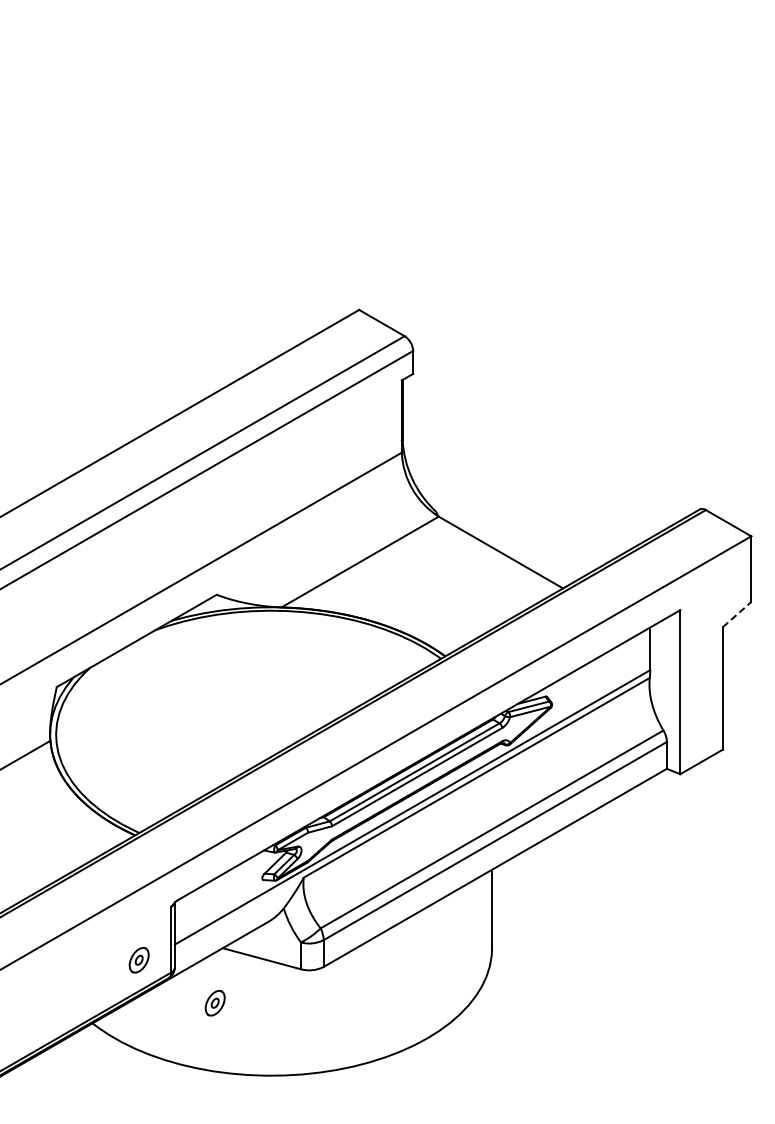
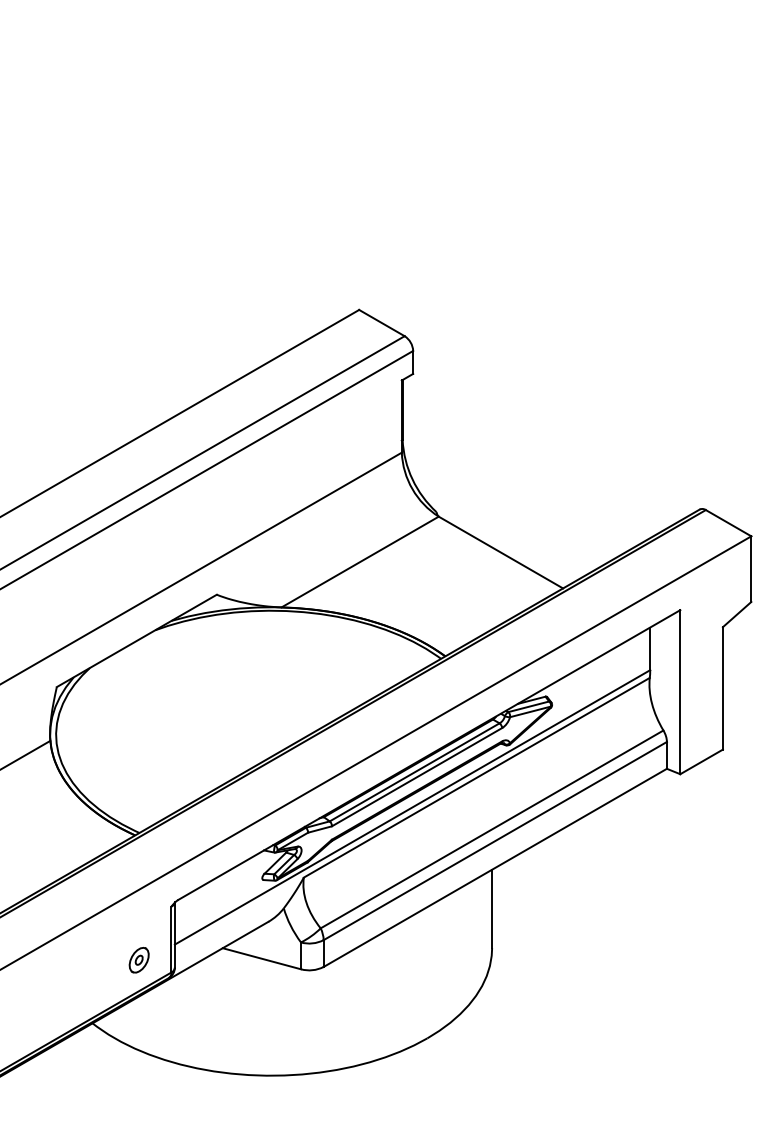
line at (737, 614): dashed -> solid
part at (214, 1003): present -> none
